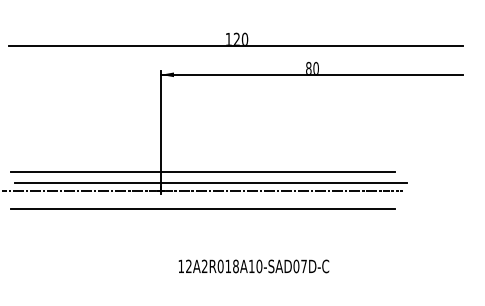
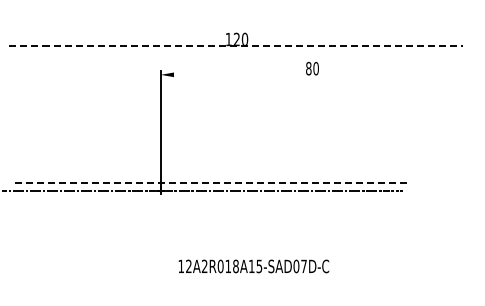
line at (236, 45): solid -> dashed
line at (311, 74): present -> none
line at (203, 171): present -> none
line at (210, 182): solid -> dashed
line at (203, 209): present -> none
text at (259, 266): 12A2R018A10-SAD07D-C -> 12A2R018A15-SAD07D-C
